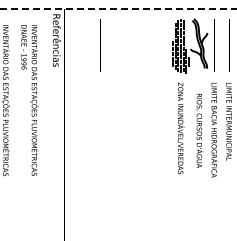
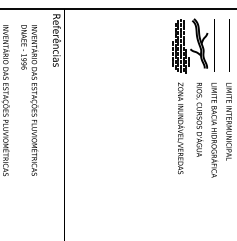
line at (118, 8): dashed -> solid
line at (100, 45): present -> none
text at (199, 130) position: (199, 130) -> (199, 119)
